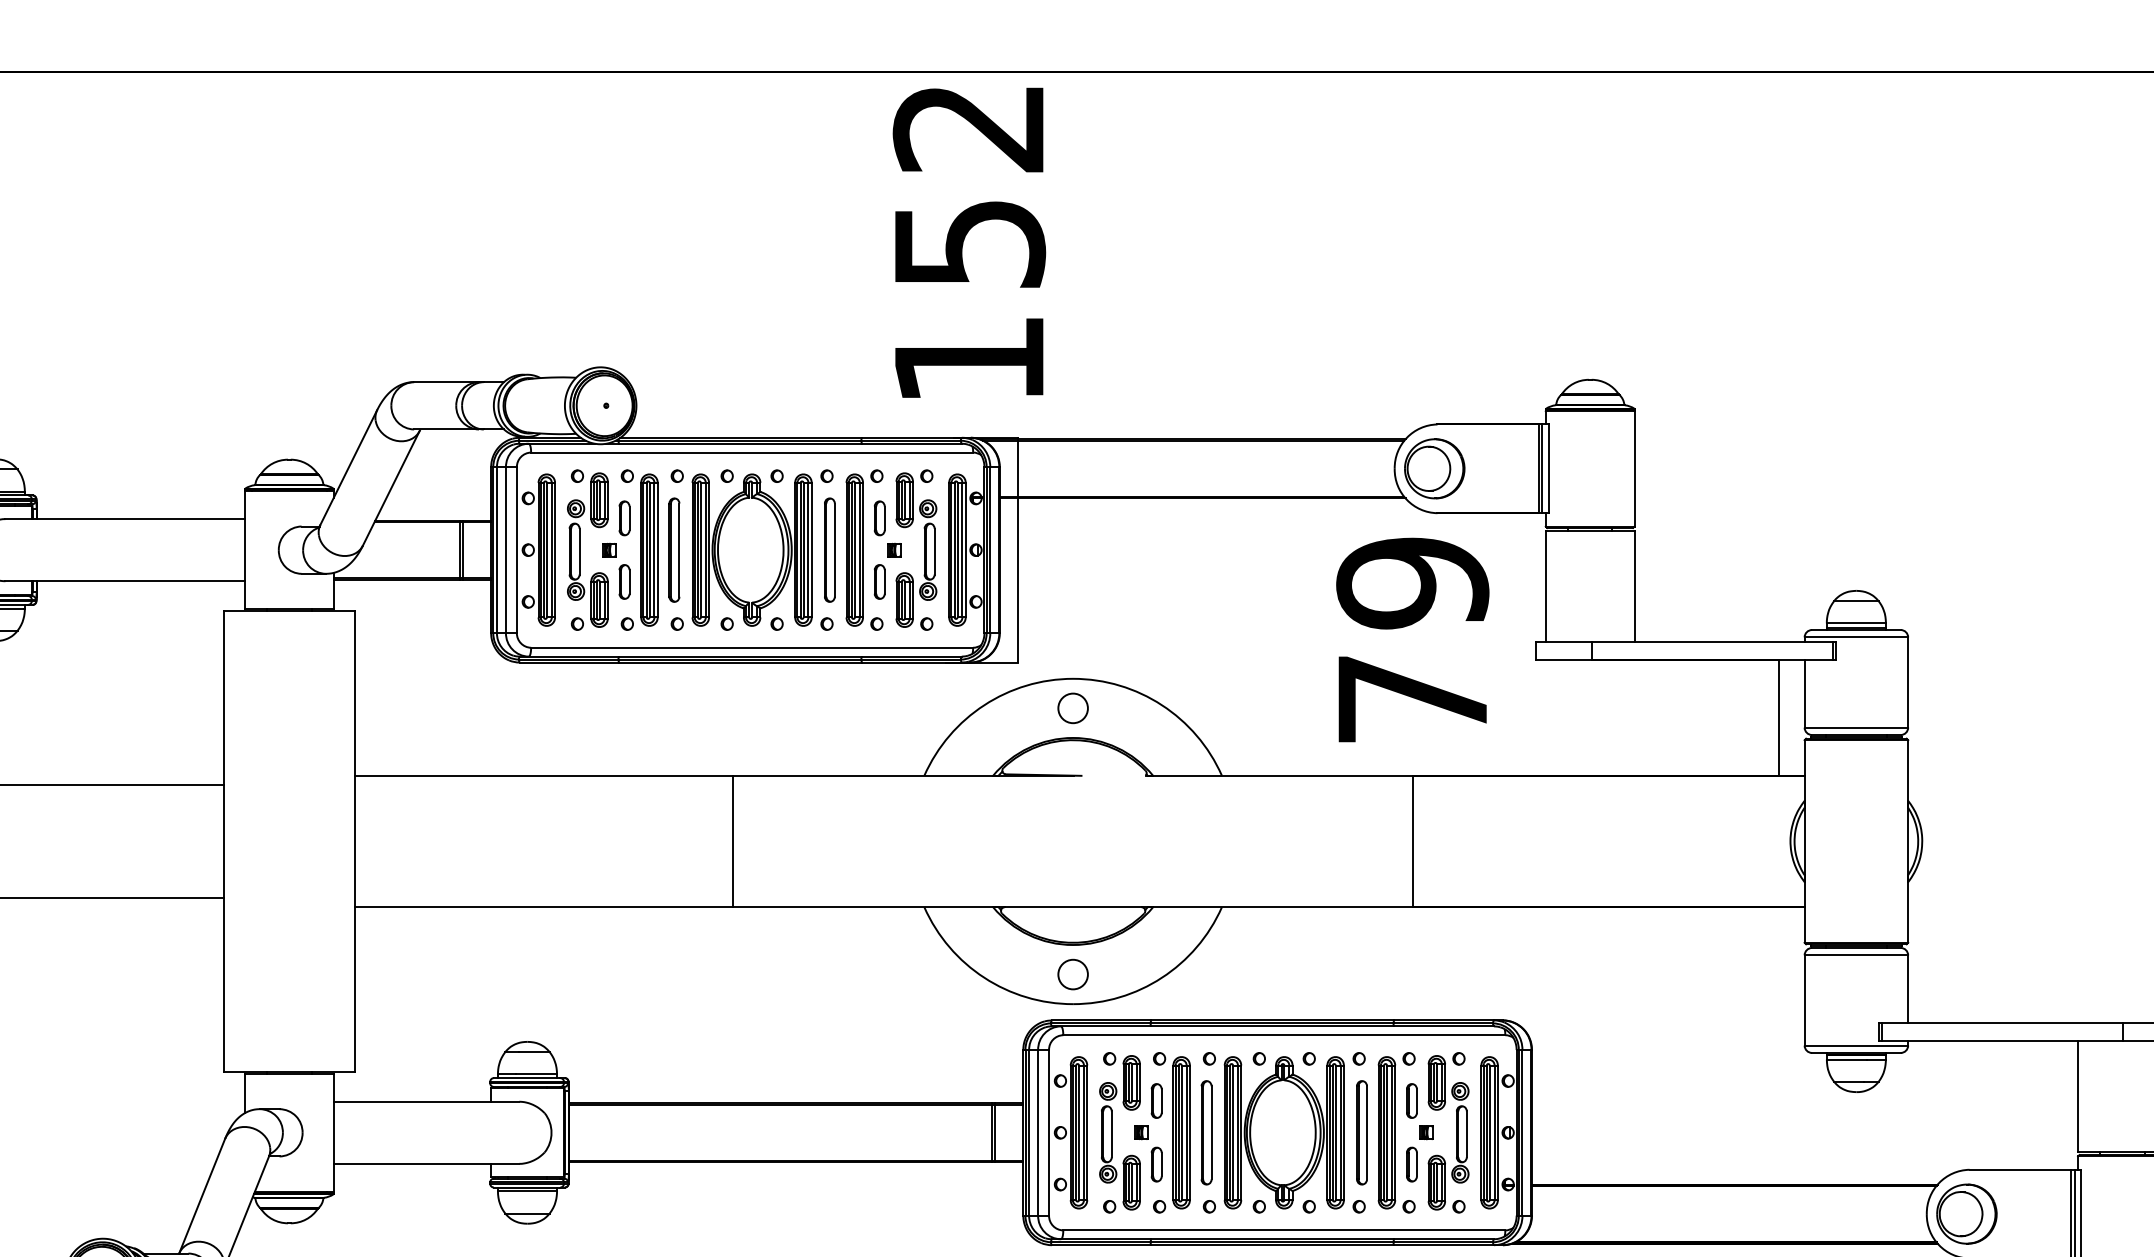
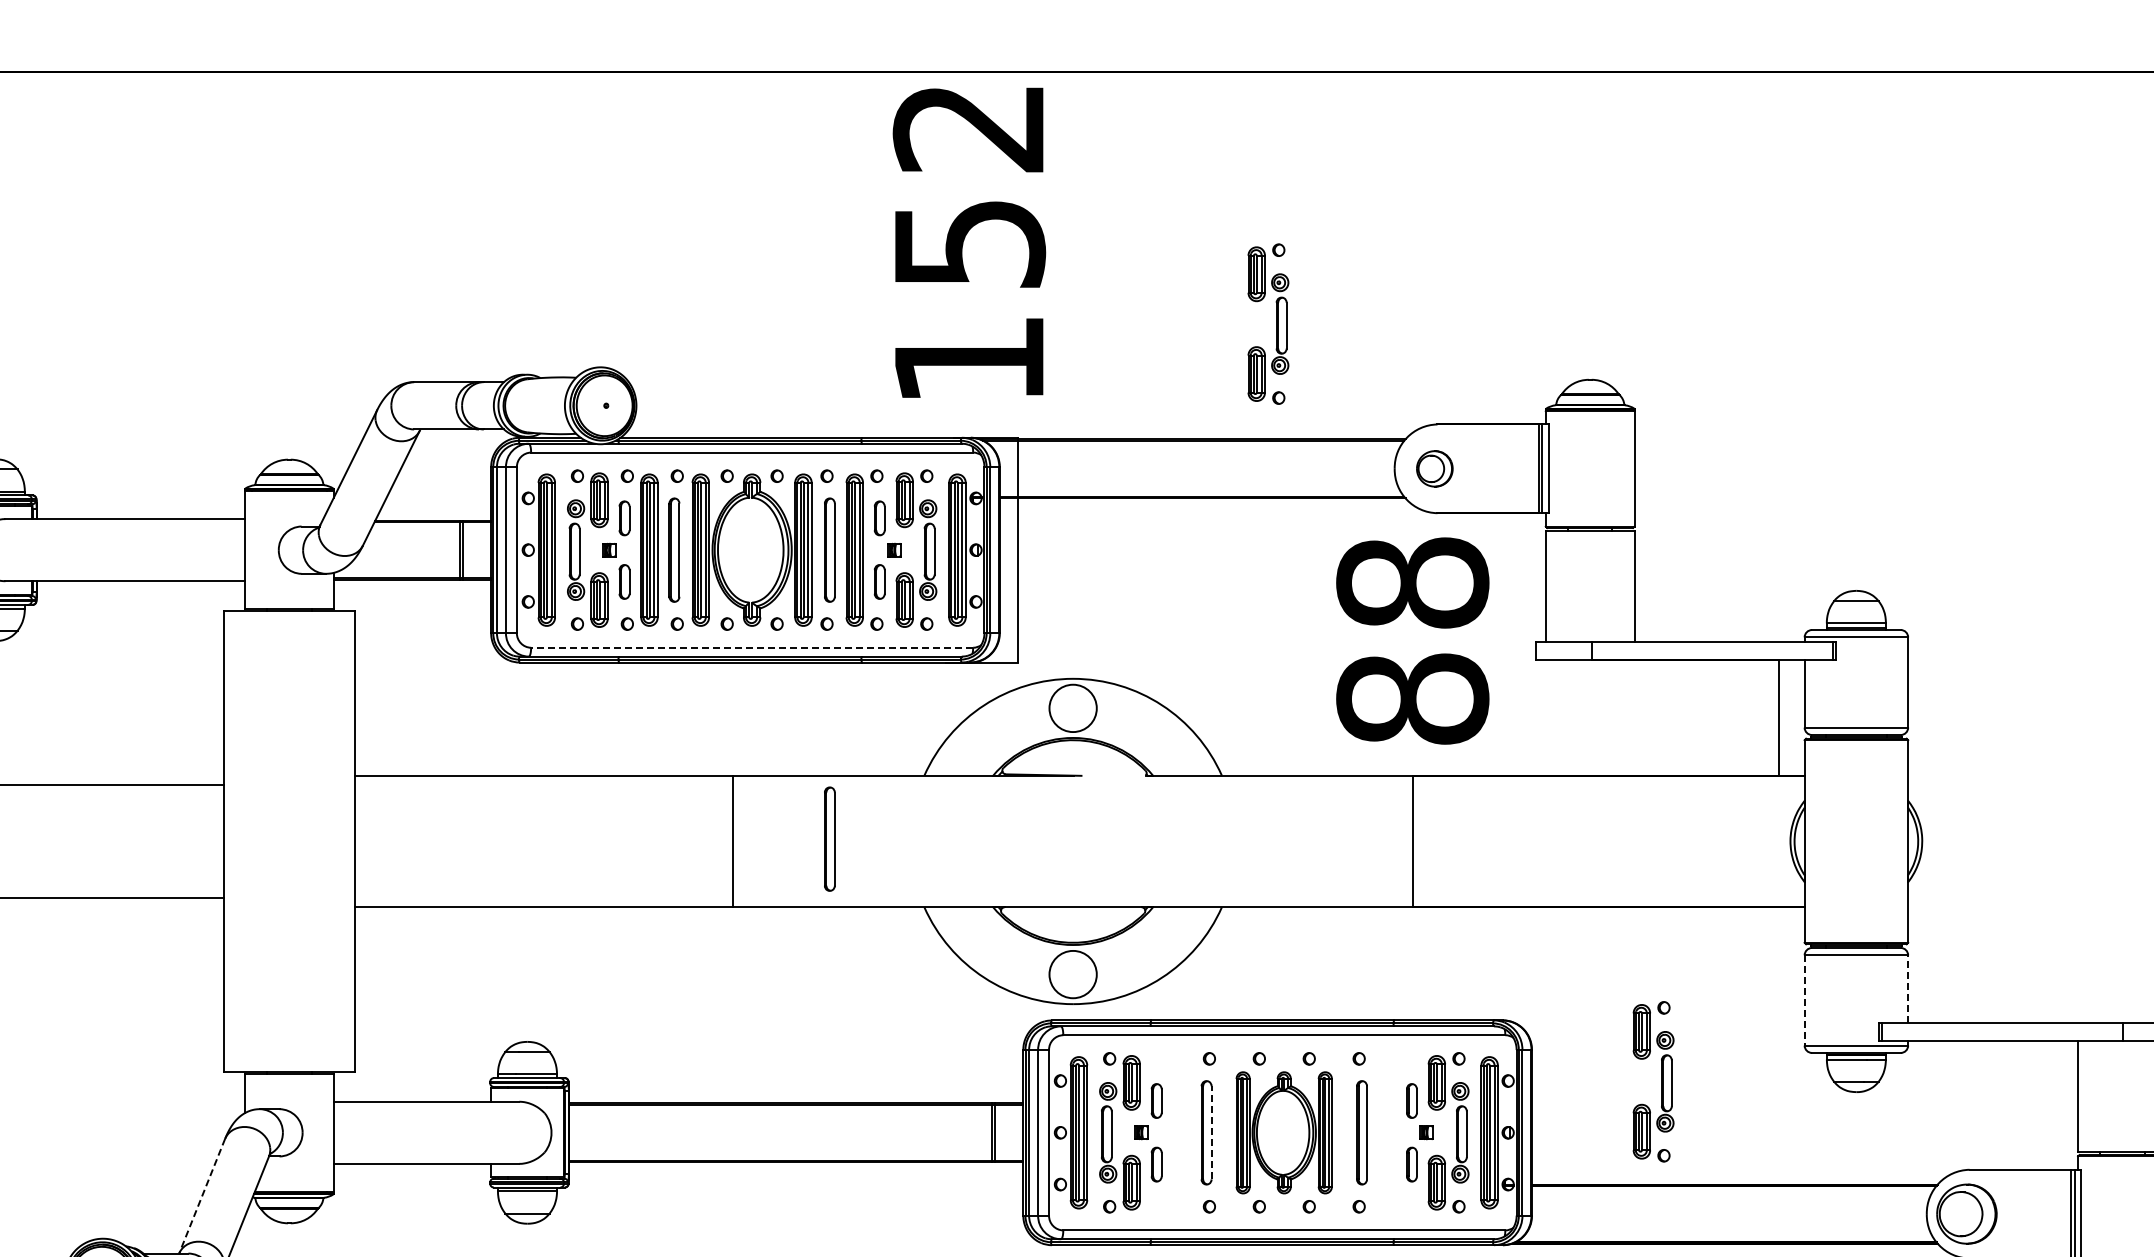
part at (1276, 323): none -> present
part at (1434, 468) size: 62x62 px -> 38x38 px
text at (1412, 640): 79 -> 88
line at (751, 647): solid -> dashed
circle at (1072, 708) diameter: 30 px -> 47 px
part at (829, 838): none -> present
circle at (1072, 974) diameter: 30 px -> 47 px
line at (1908, 988): solid -> dashed
line at (1804, 1000): solid -> dashed
part at (1661, 1081): none -> present
part at (1171, 1132): present -> none
line at (1211, 1132): solid -> dashed
part at (1283, 1132) size: 122x154 px -> 98x124 px
part at (1396, 1132): present -> none
line at (202, 1196): solid -> dashed
